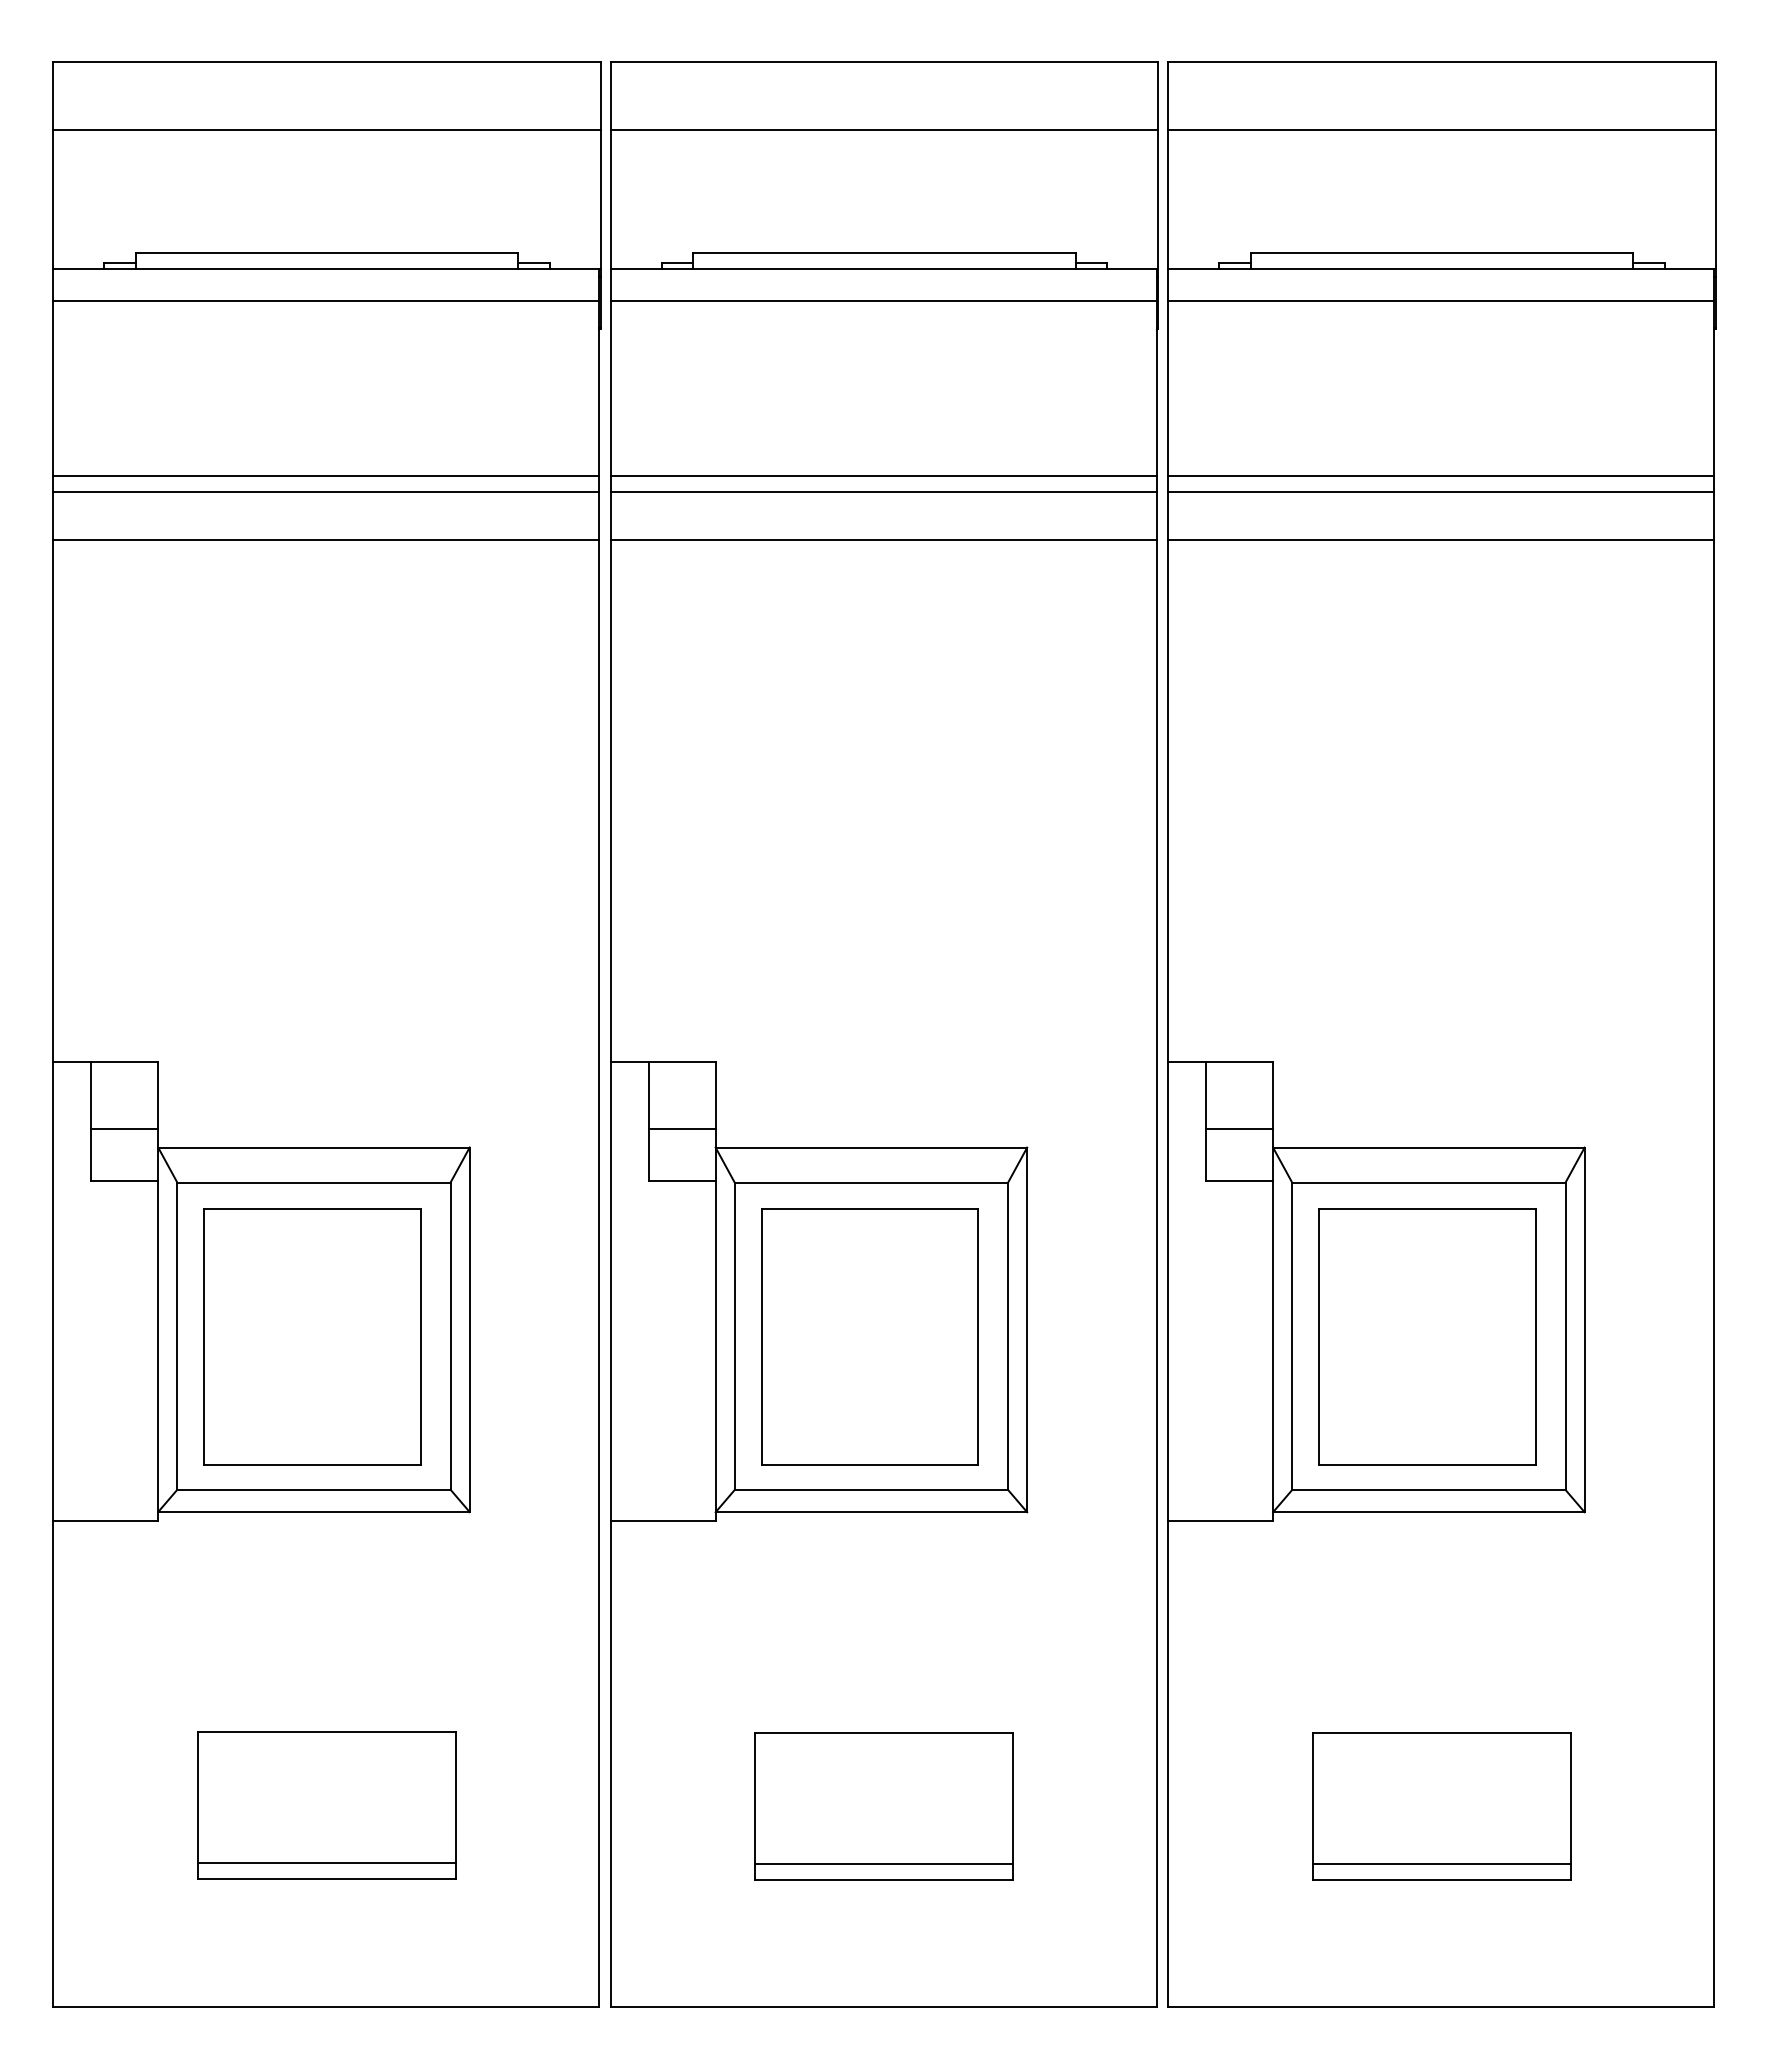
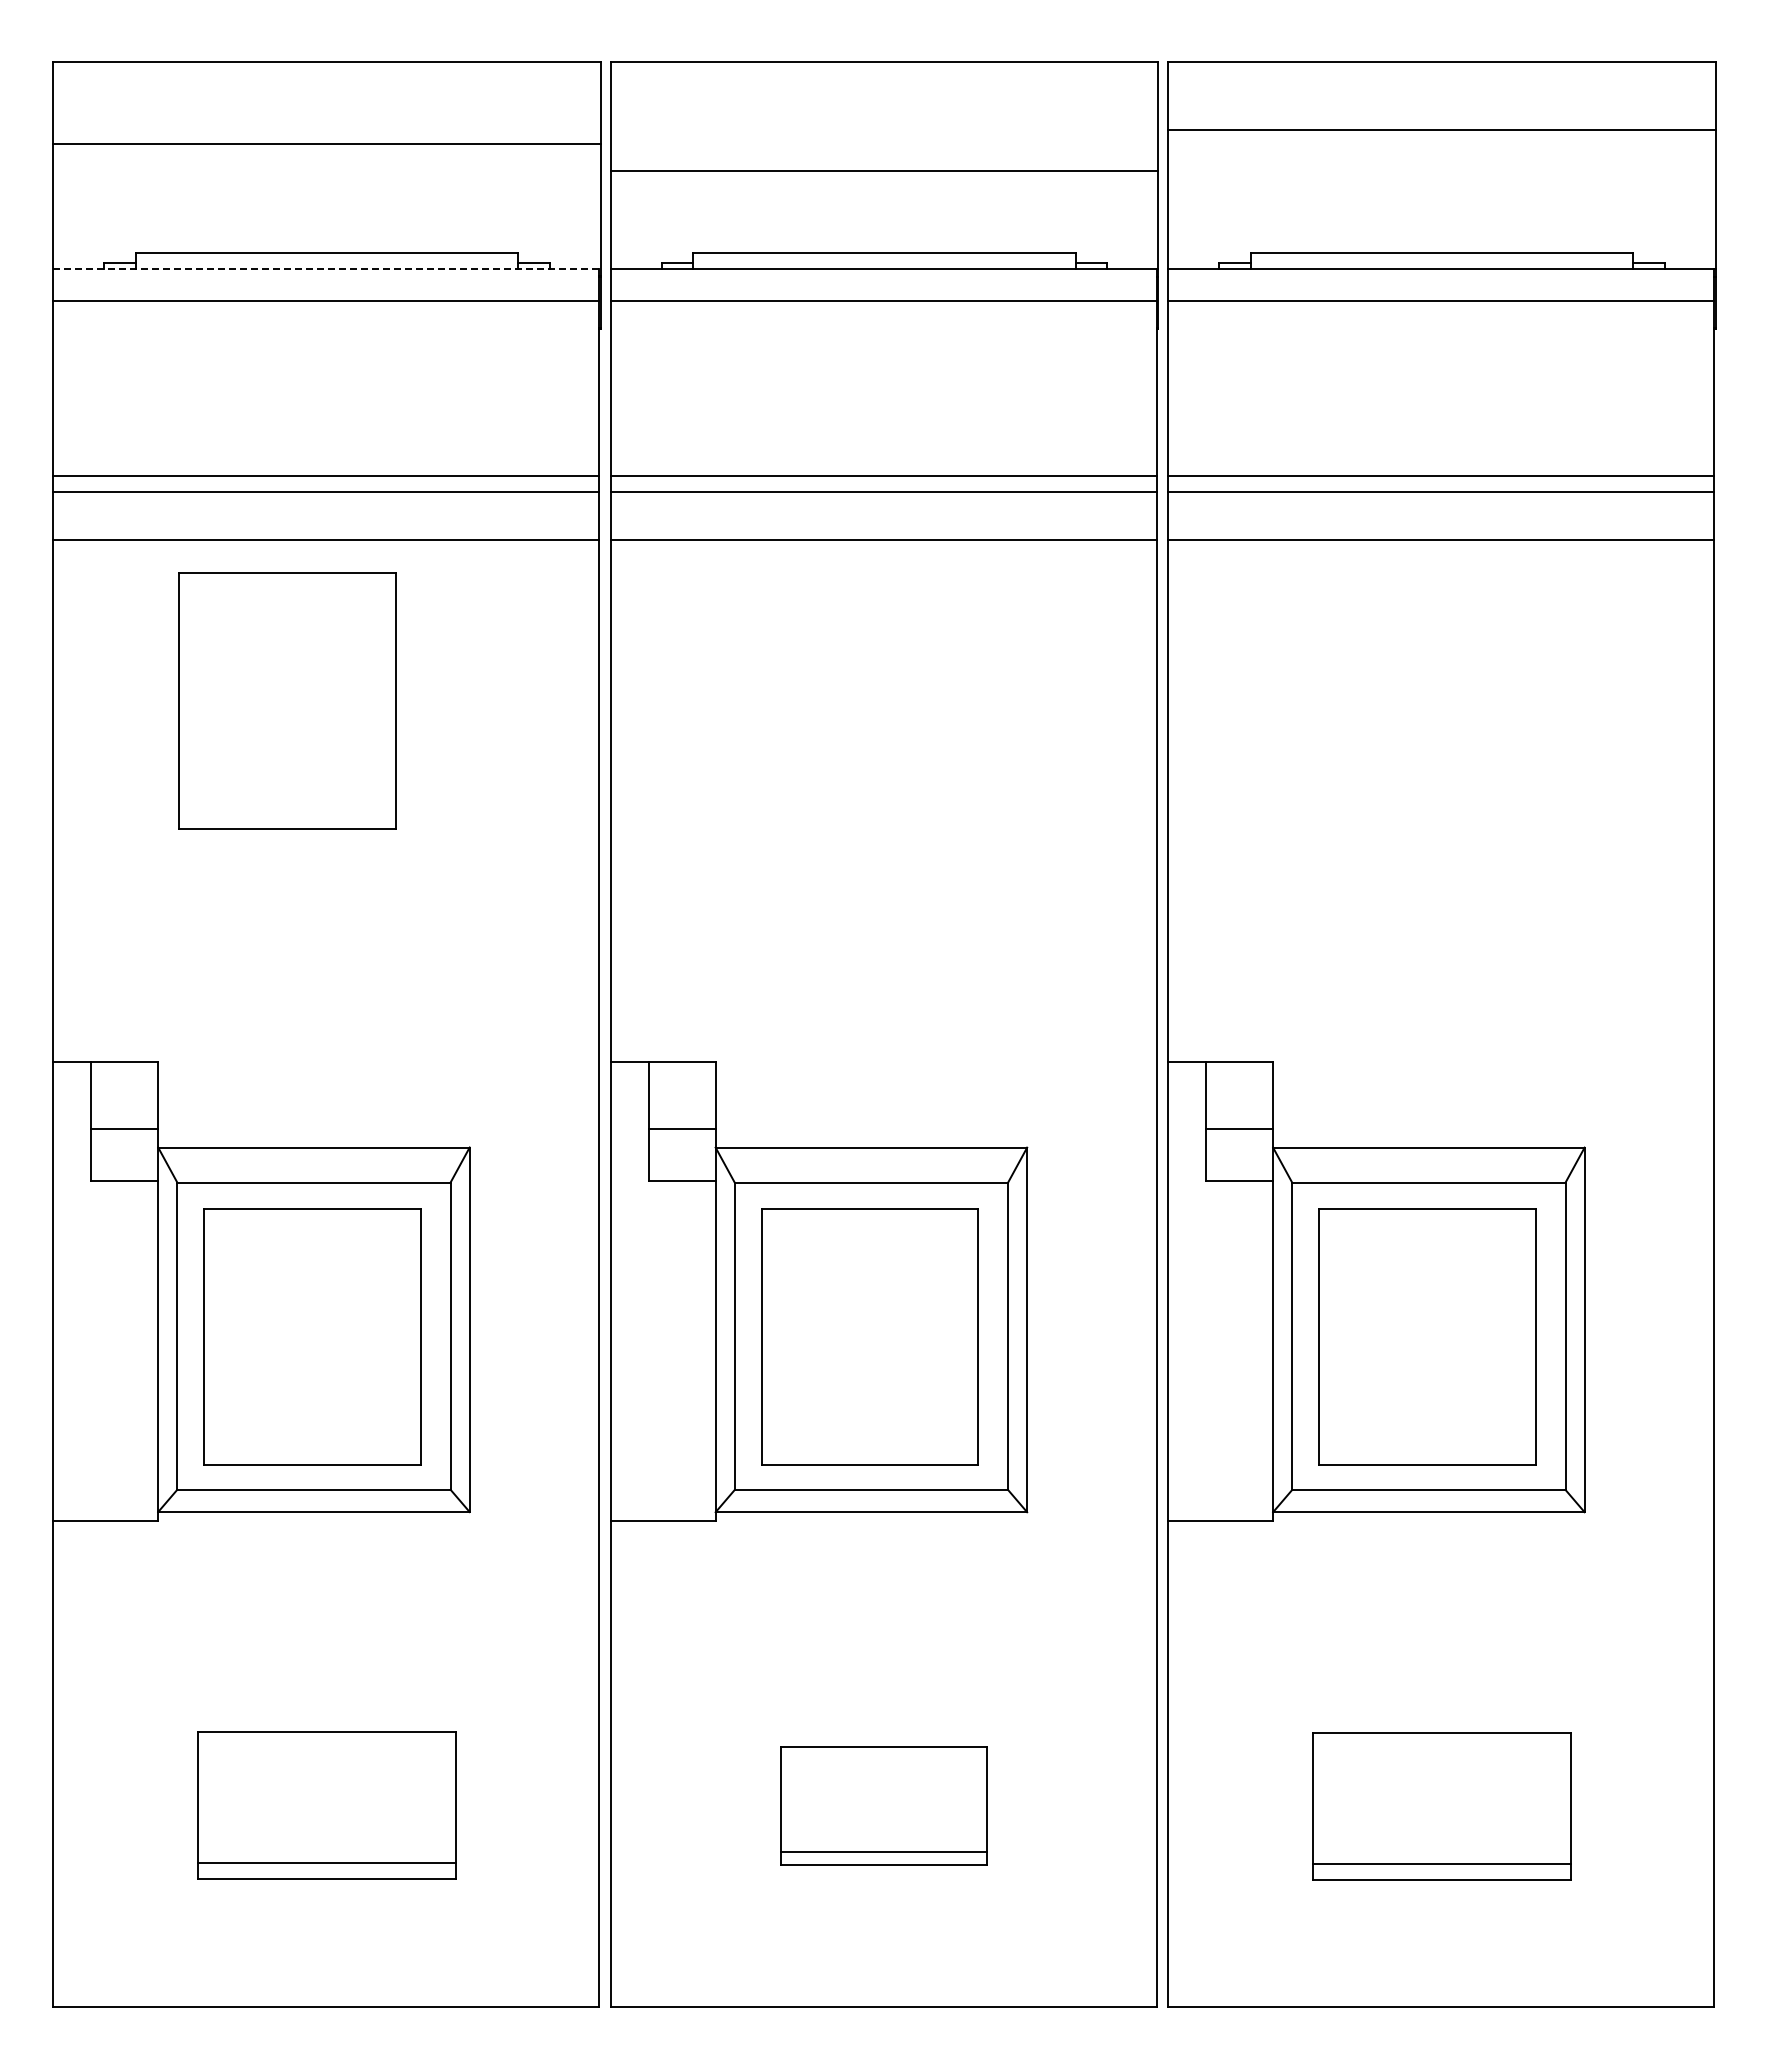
line at (326, 129) position: (326, 129) -> (326, 143)
line at (884, 129) position: (884, 129) -> (884, 170)
line at (327, 269): solid -> dashed
part at (287, 700): none -> present
part at (883, 1806) size: 260x149 px -> 208x120 px
